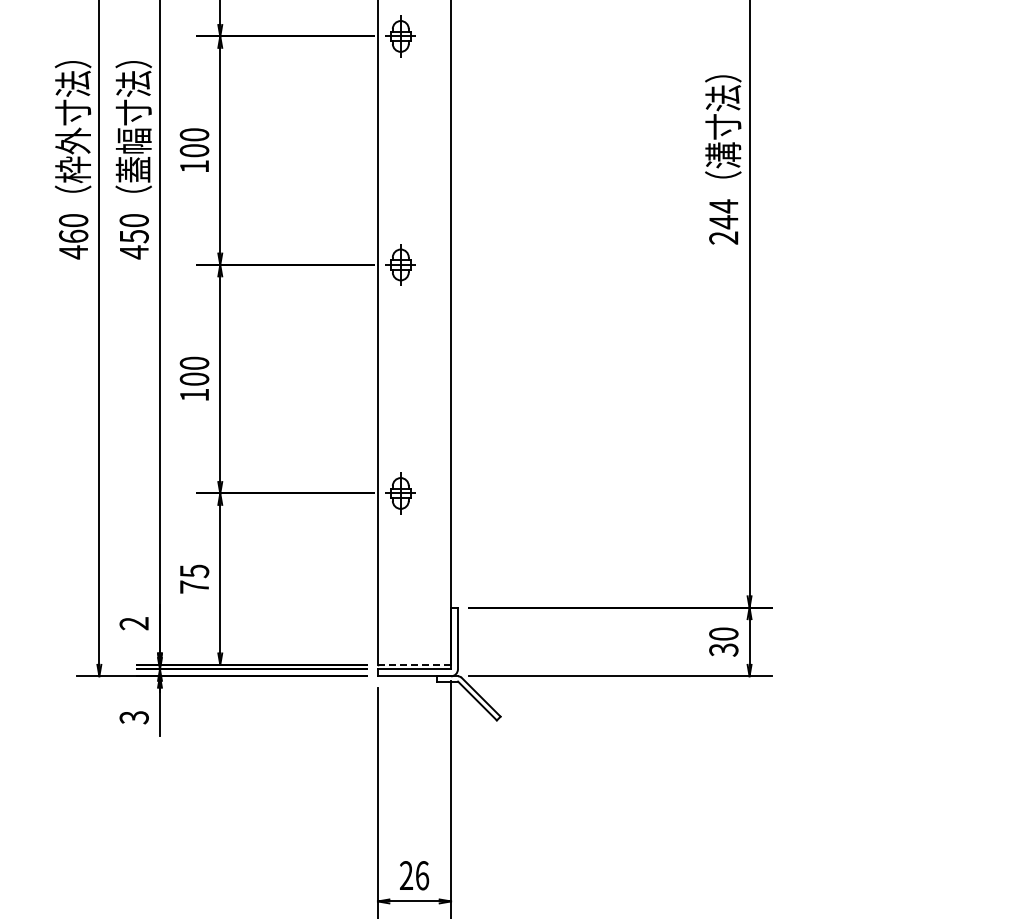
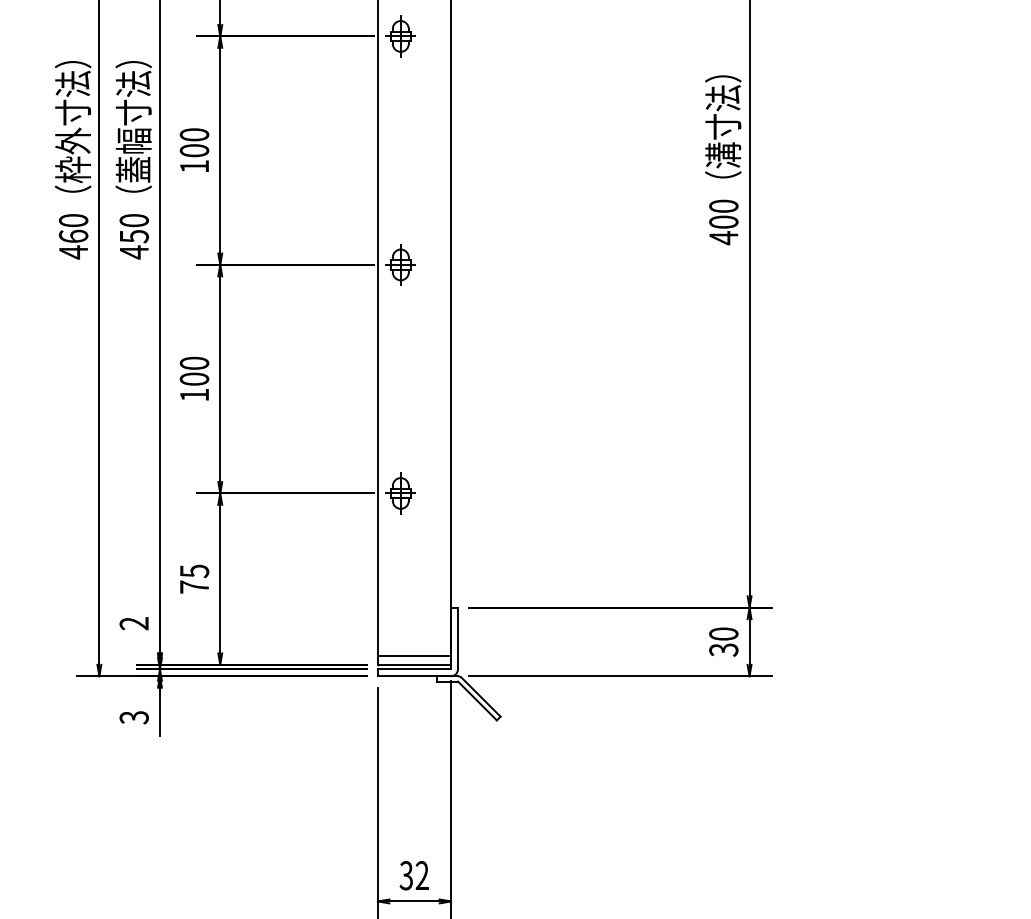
text at (723, 222): 244 -> 400
line at (414, 655): none -> present
line at (414, 664): dashed -> solid
text at (414, 875): 26 -> 32
